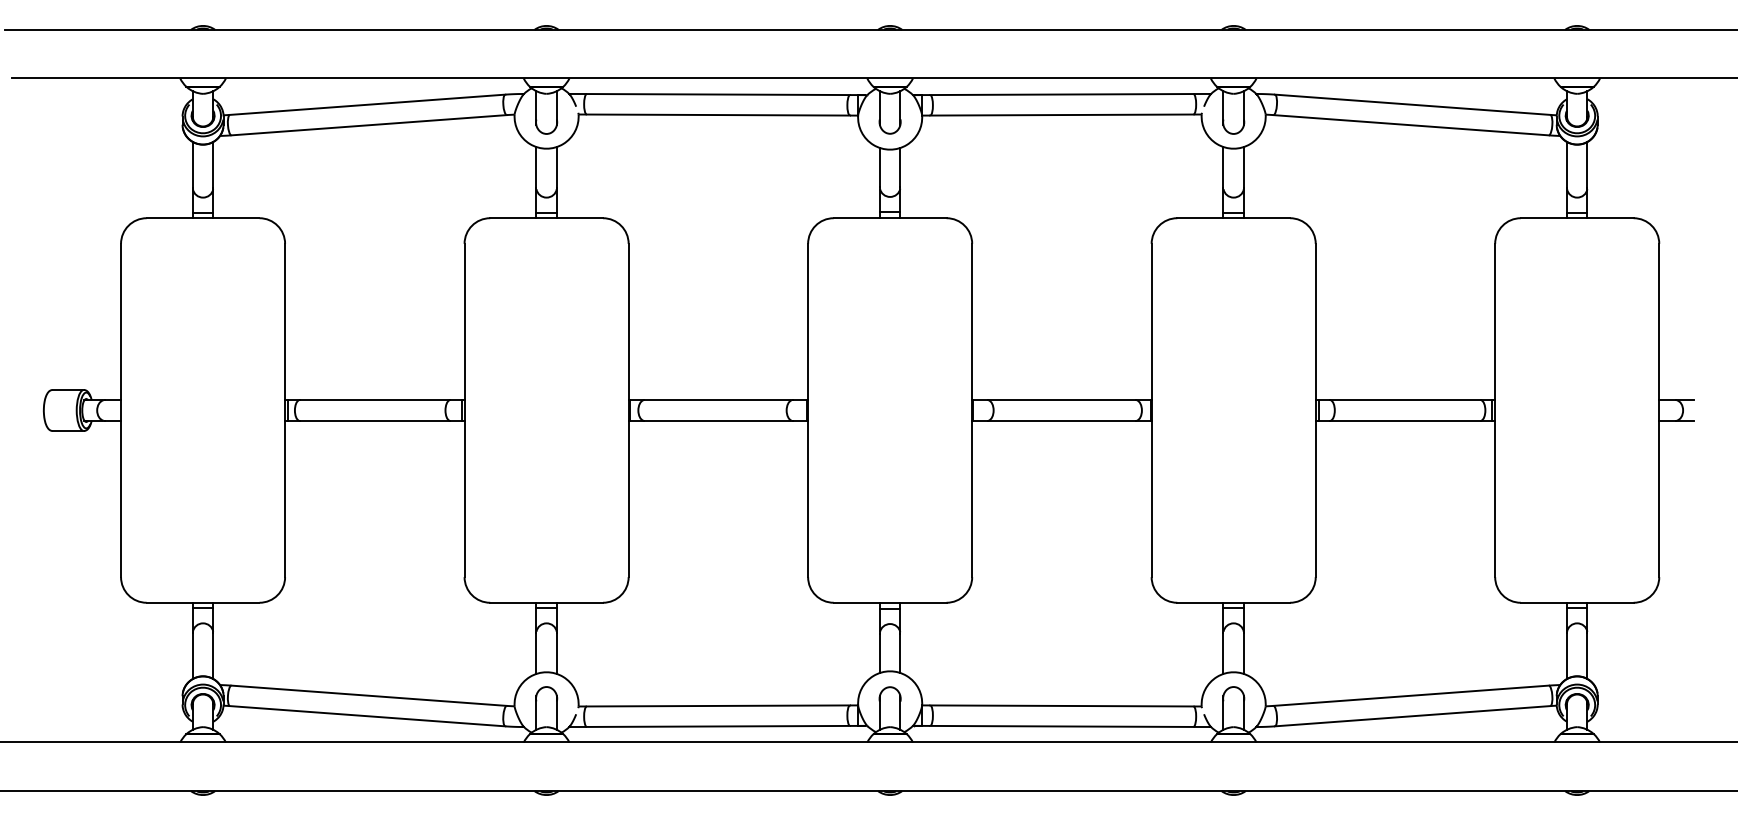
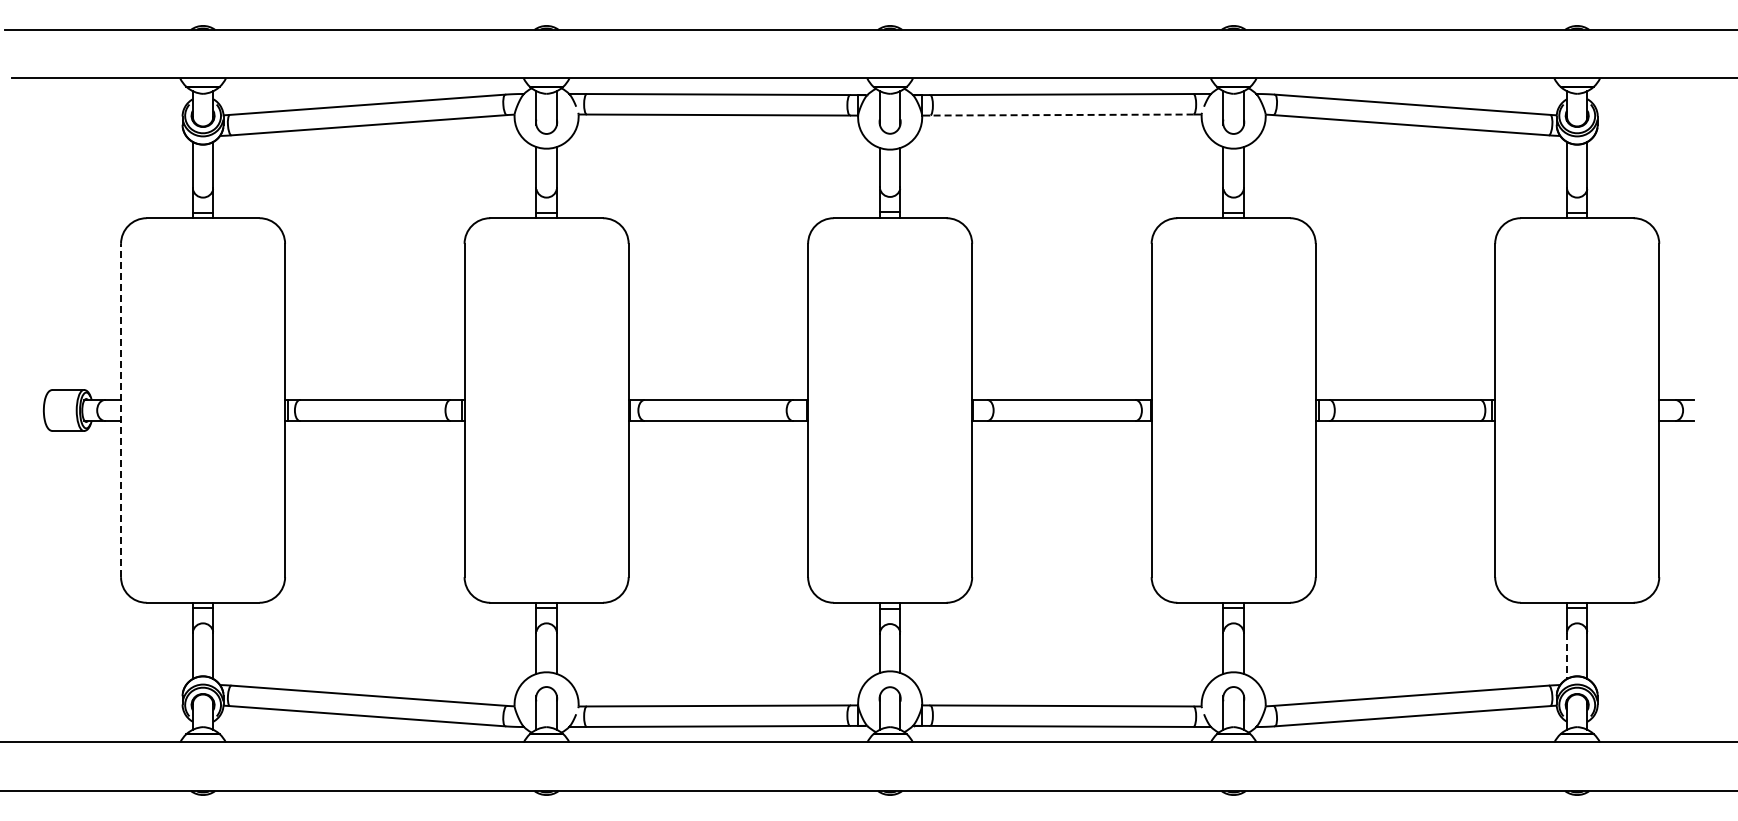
line at (1061, 115): solid -> dashed
line at (121, 410): solid -> dashed
line at (1566, 656): solid -> dashed
